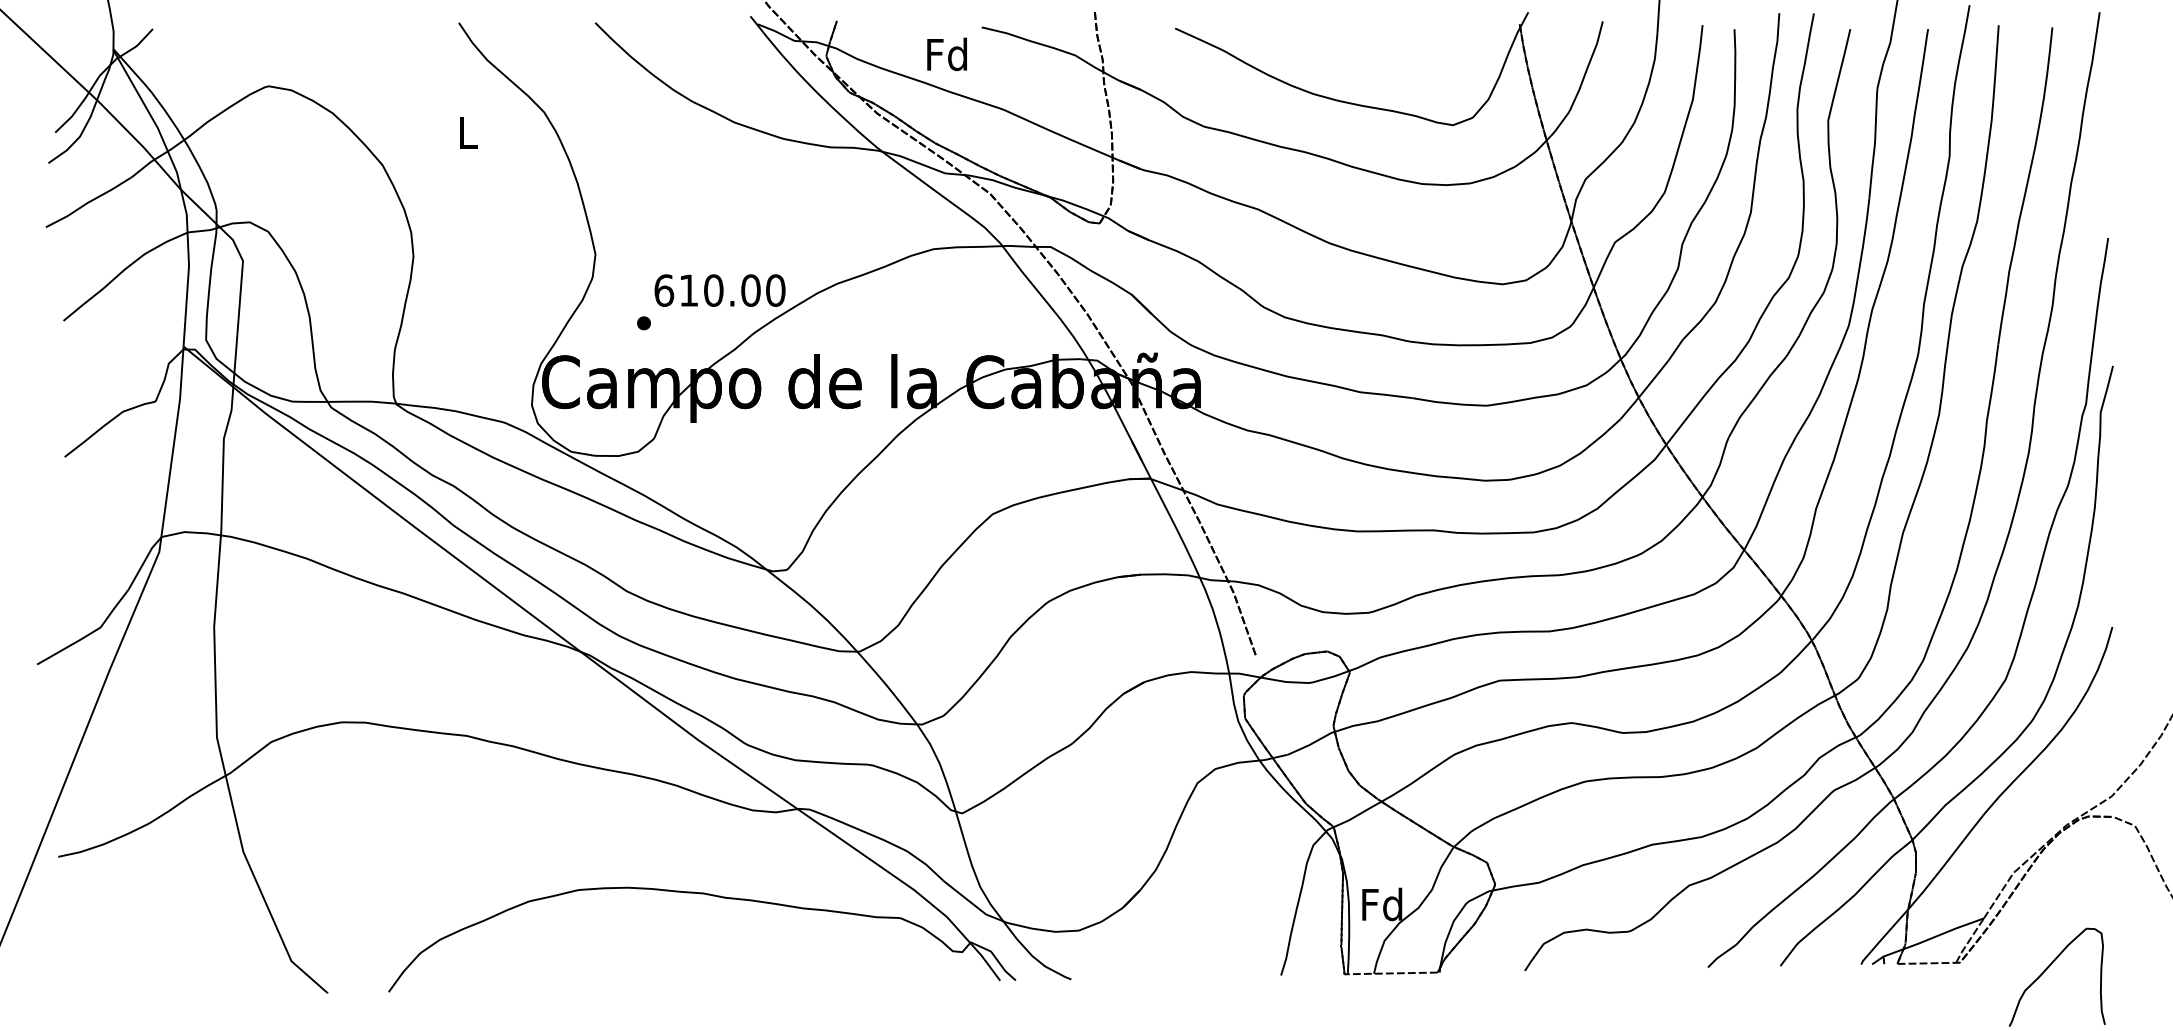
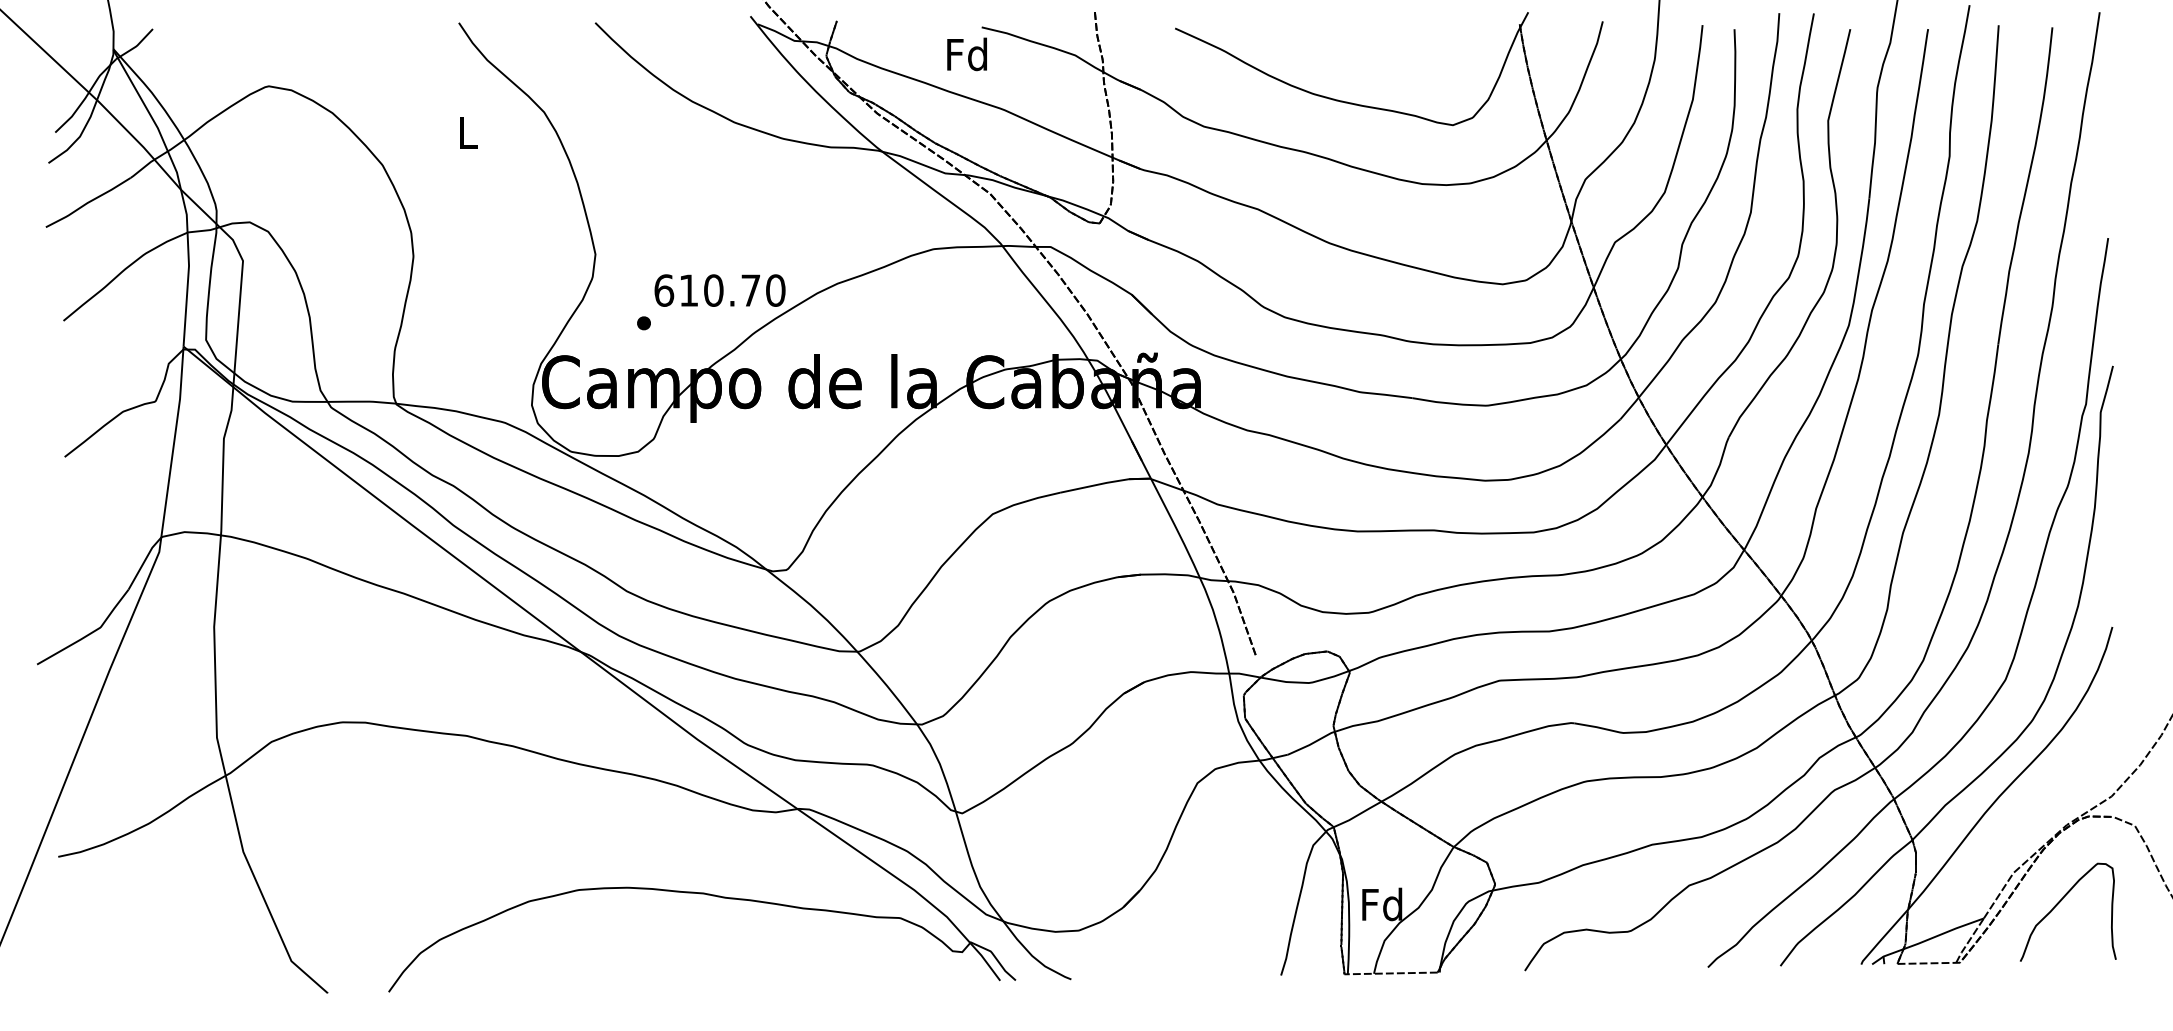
text at (946, 54) position: (946, 54) -> (966, 54)
text at (750, 290): 610.00 -> 610.70
curve at (2049, 967) position: (2049, 967) -> (2060, 902)
